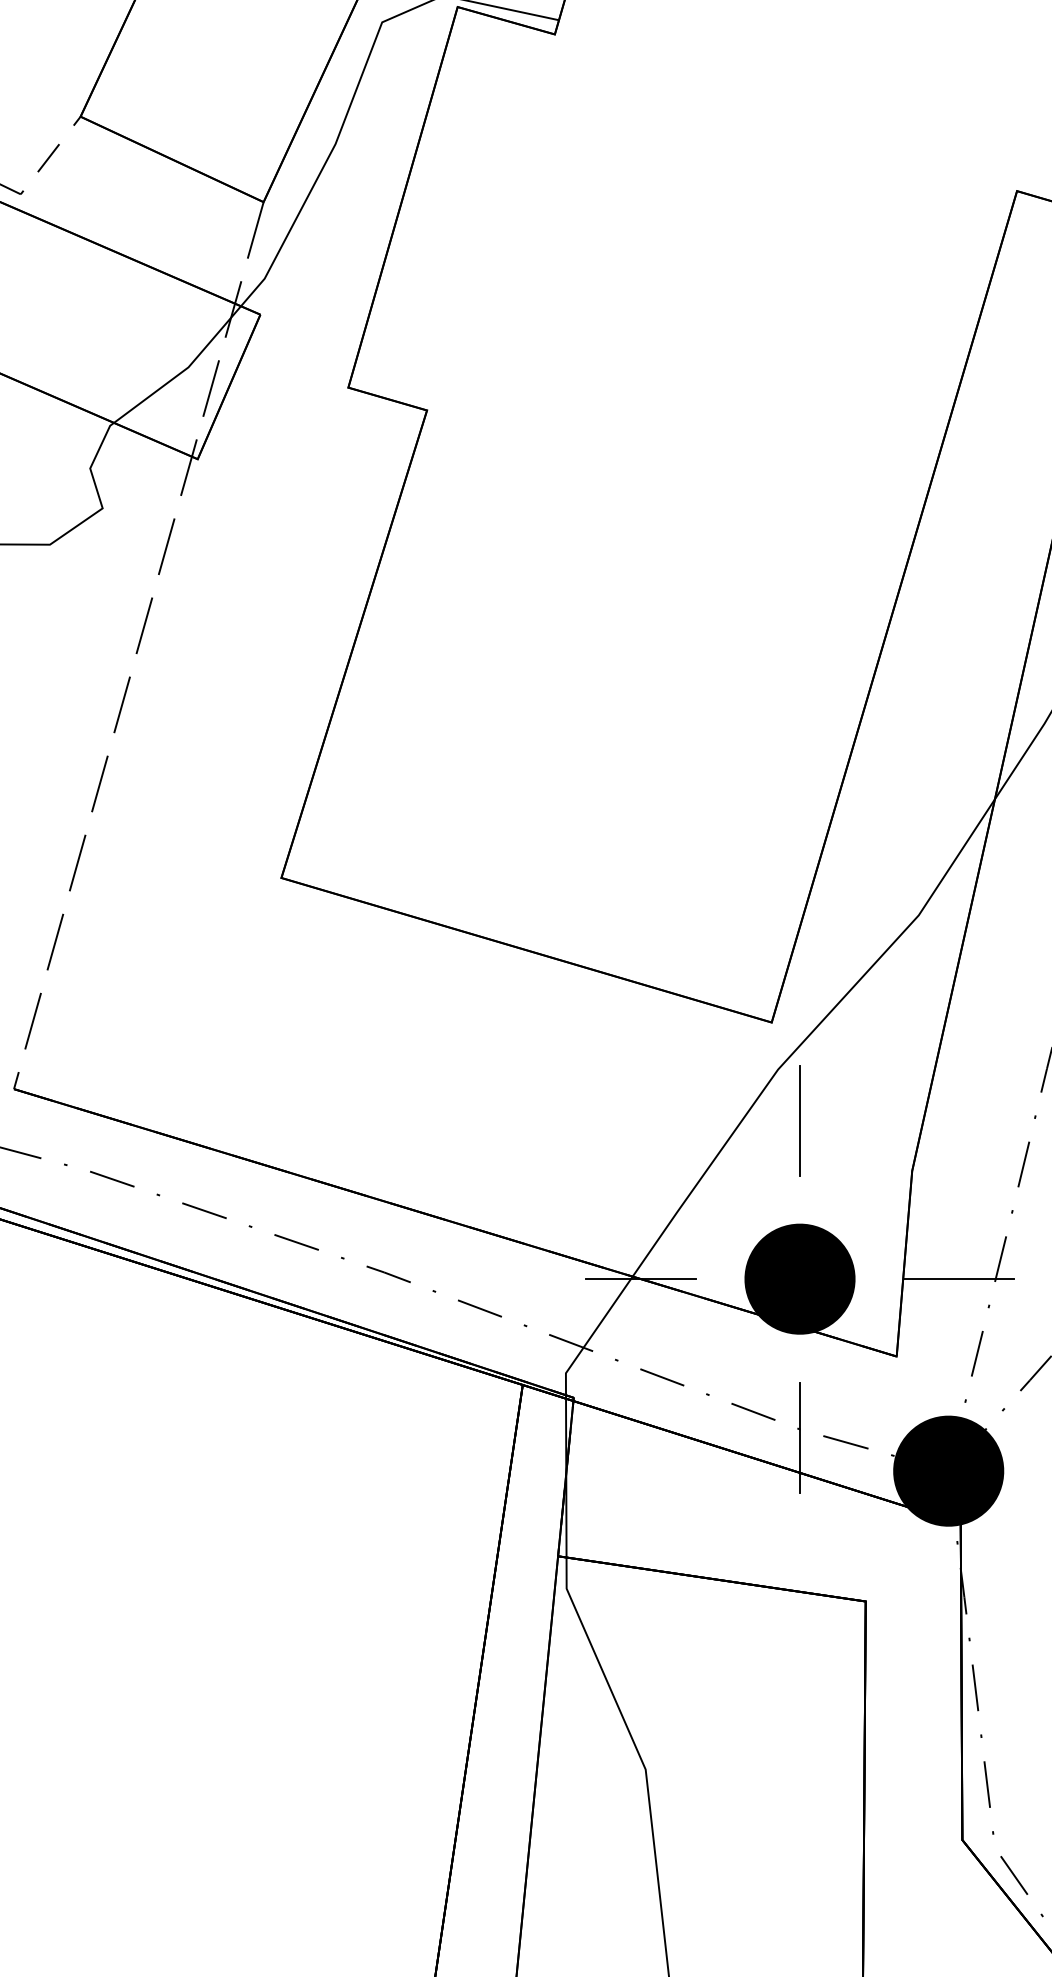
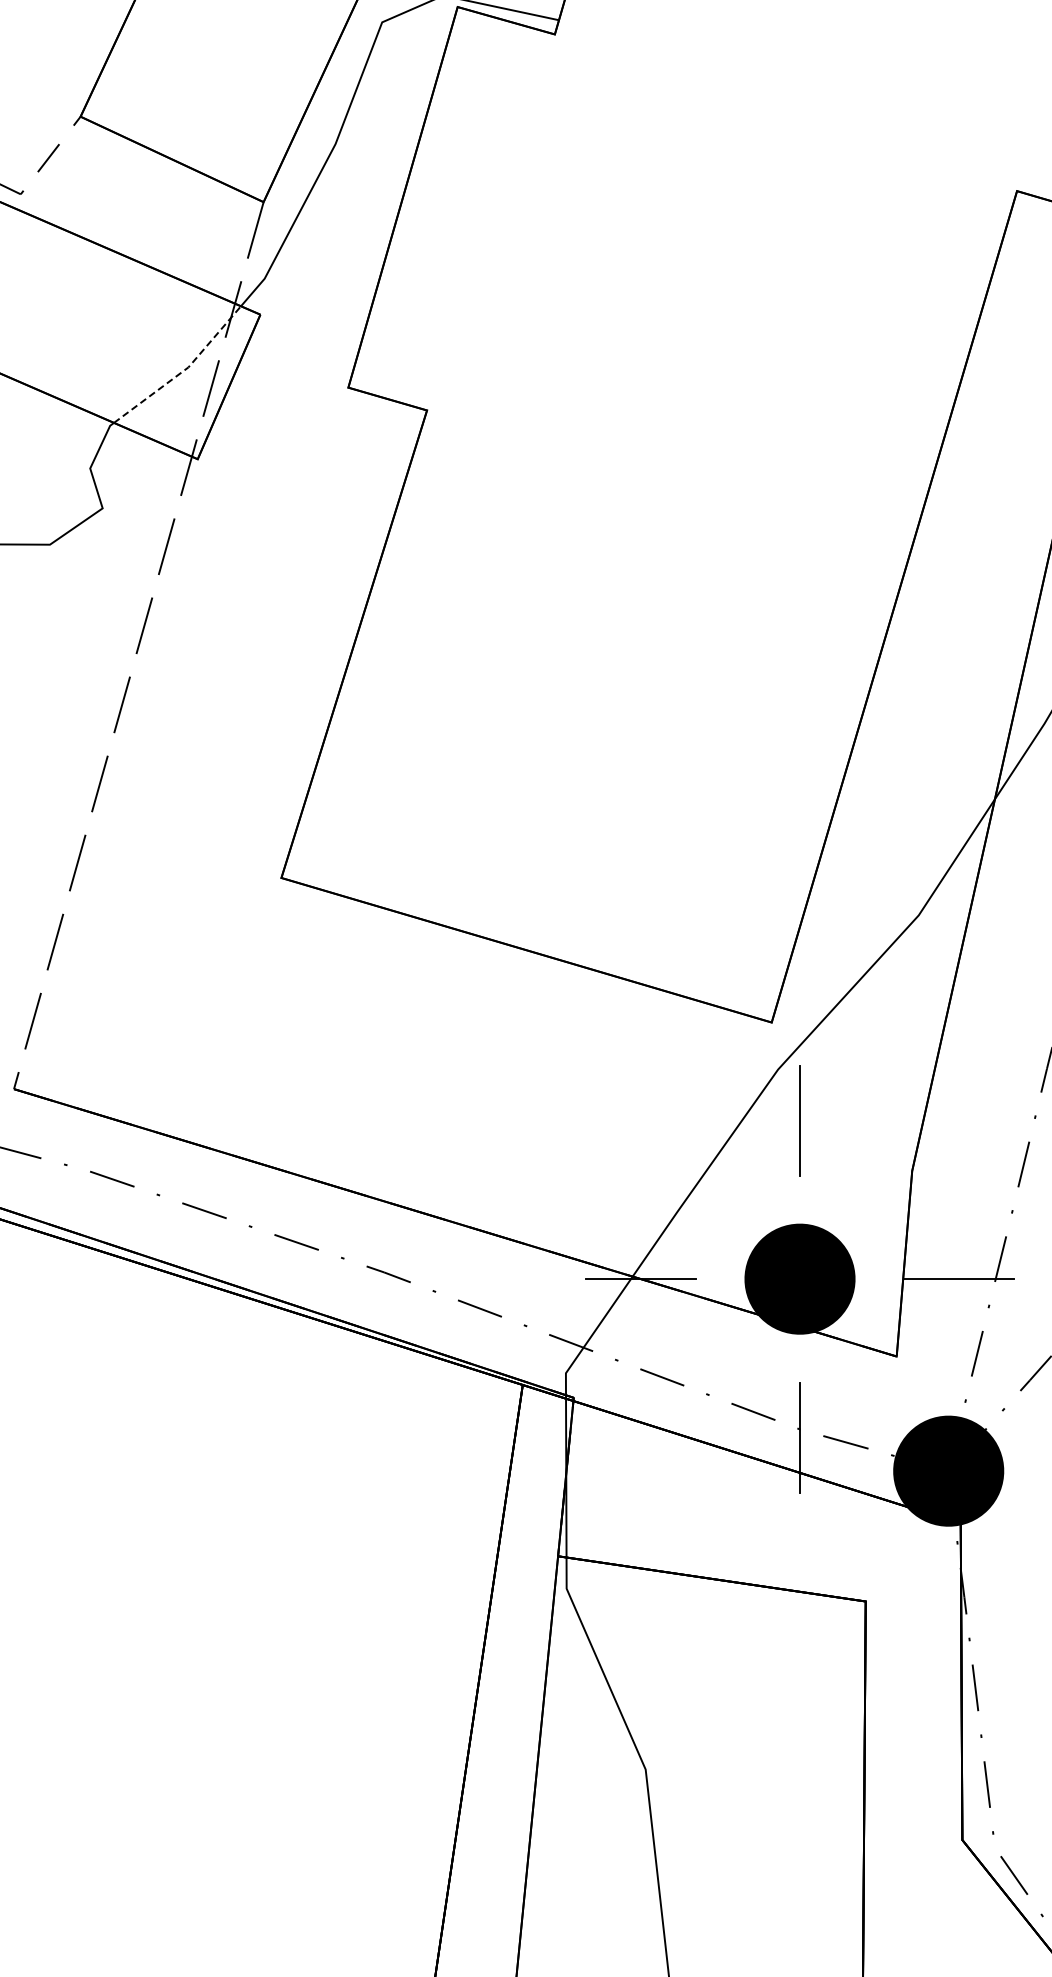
line at (184, 370): solid -> dashed
